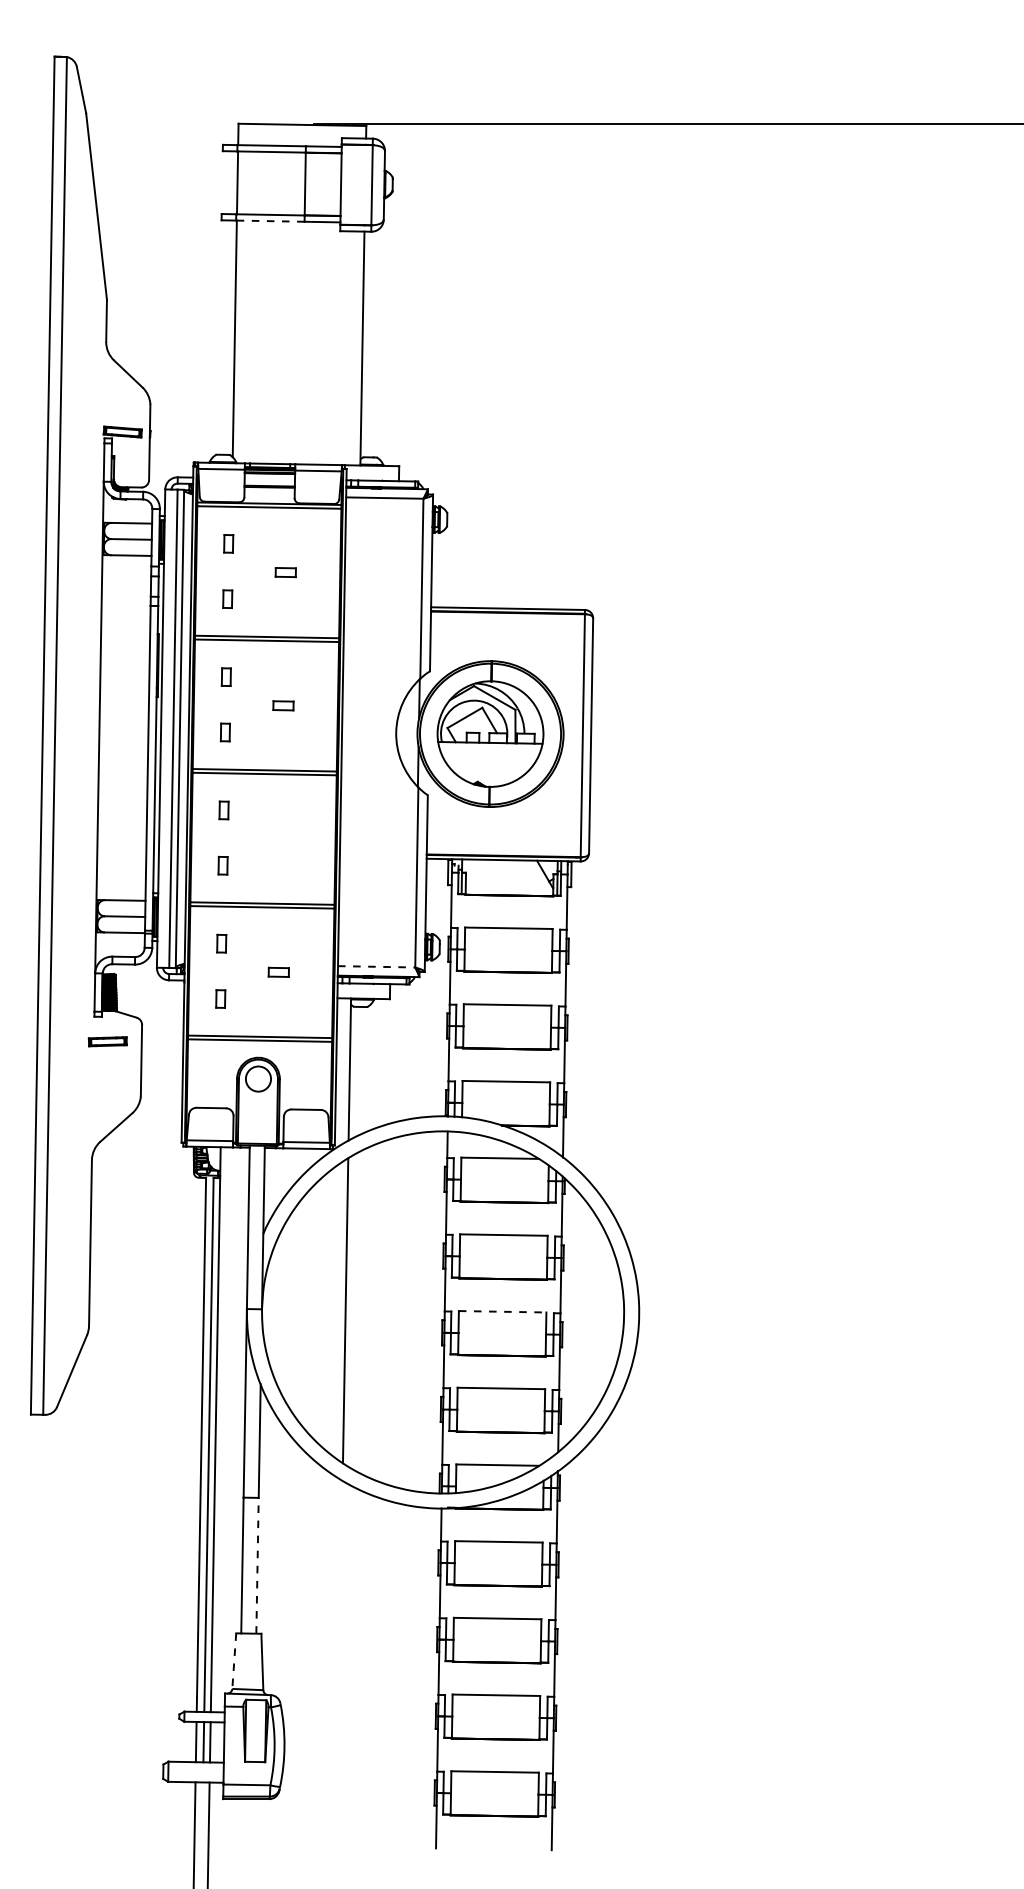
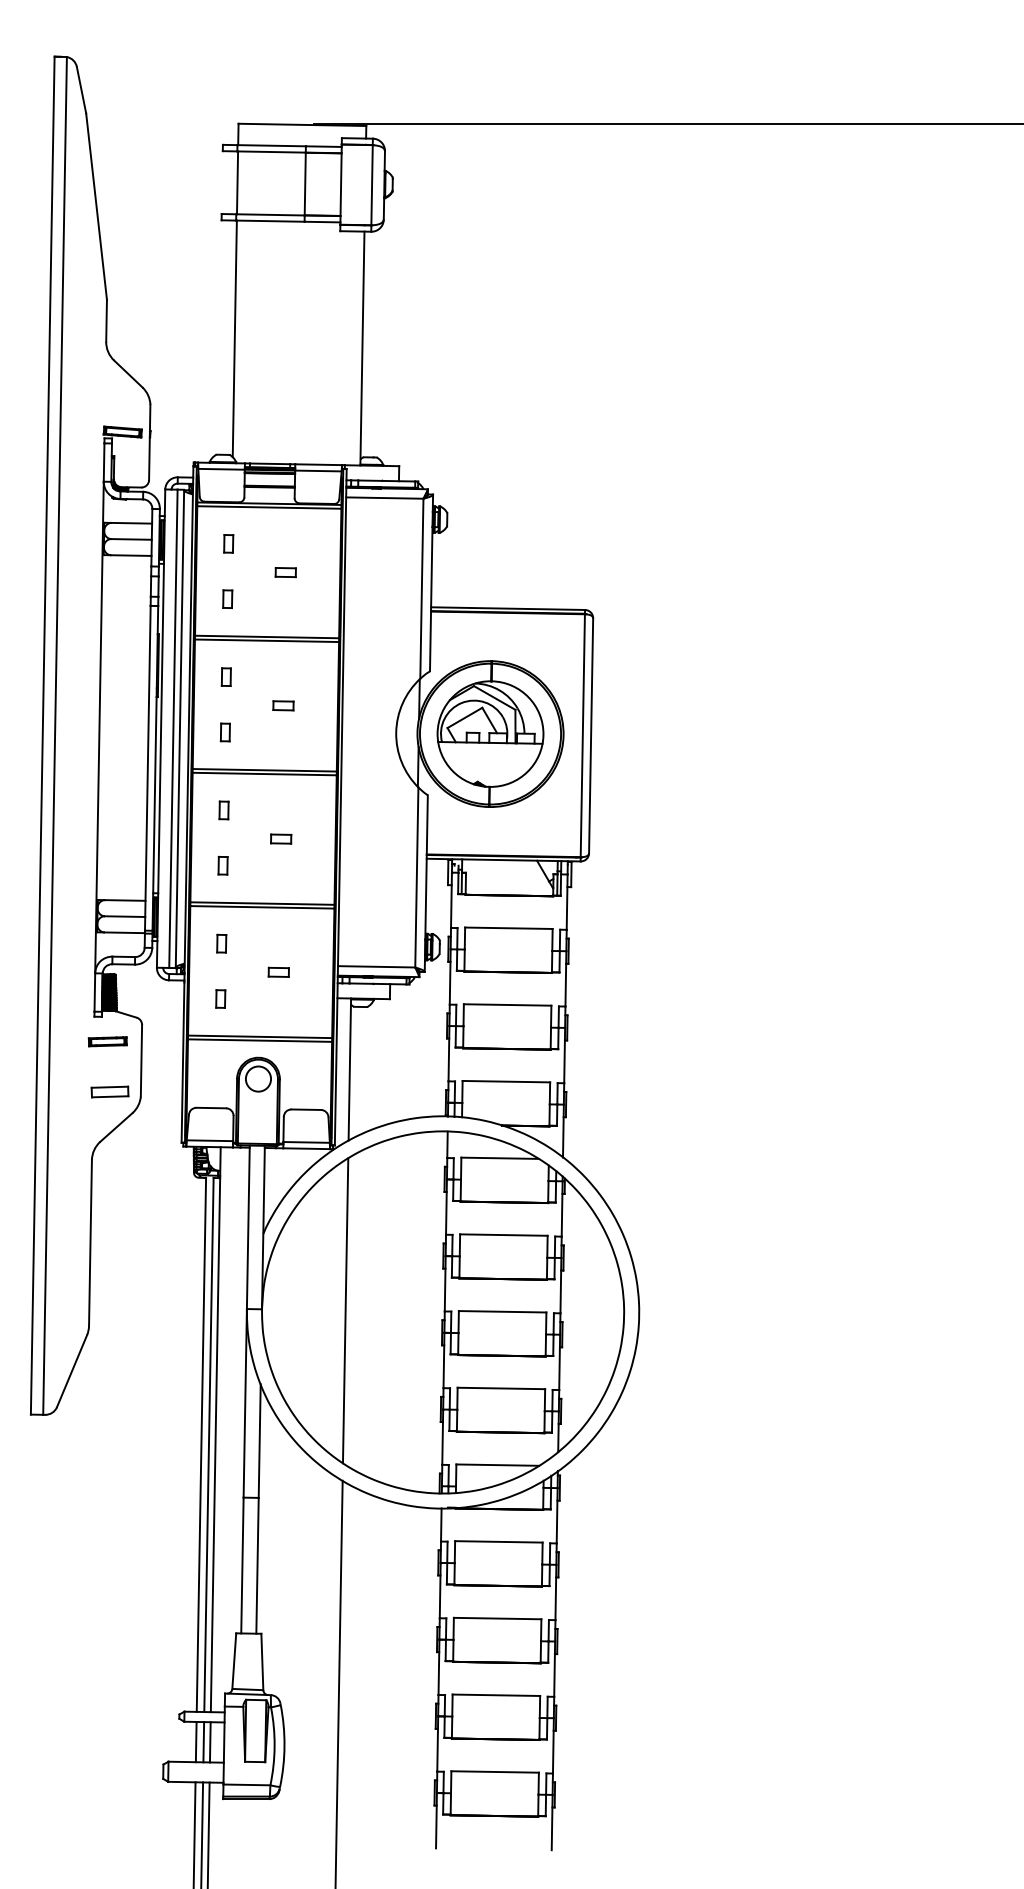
line at (269, 221): dashed -> solid
part at (281, 838): none -> present
line at (376, 966): dashed -> solid
part at (109, 1091): none -> present
line at (502, 1311): dashed -> solid
line at (257, 1565): dashed -> solid
line at (234, 1661): dashed -> solid
line at (338, 1682): none -> present
line at (202, 1833): none -> present
